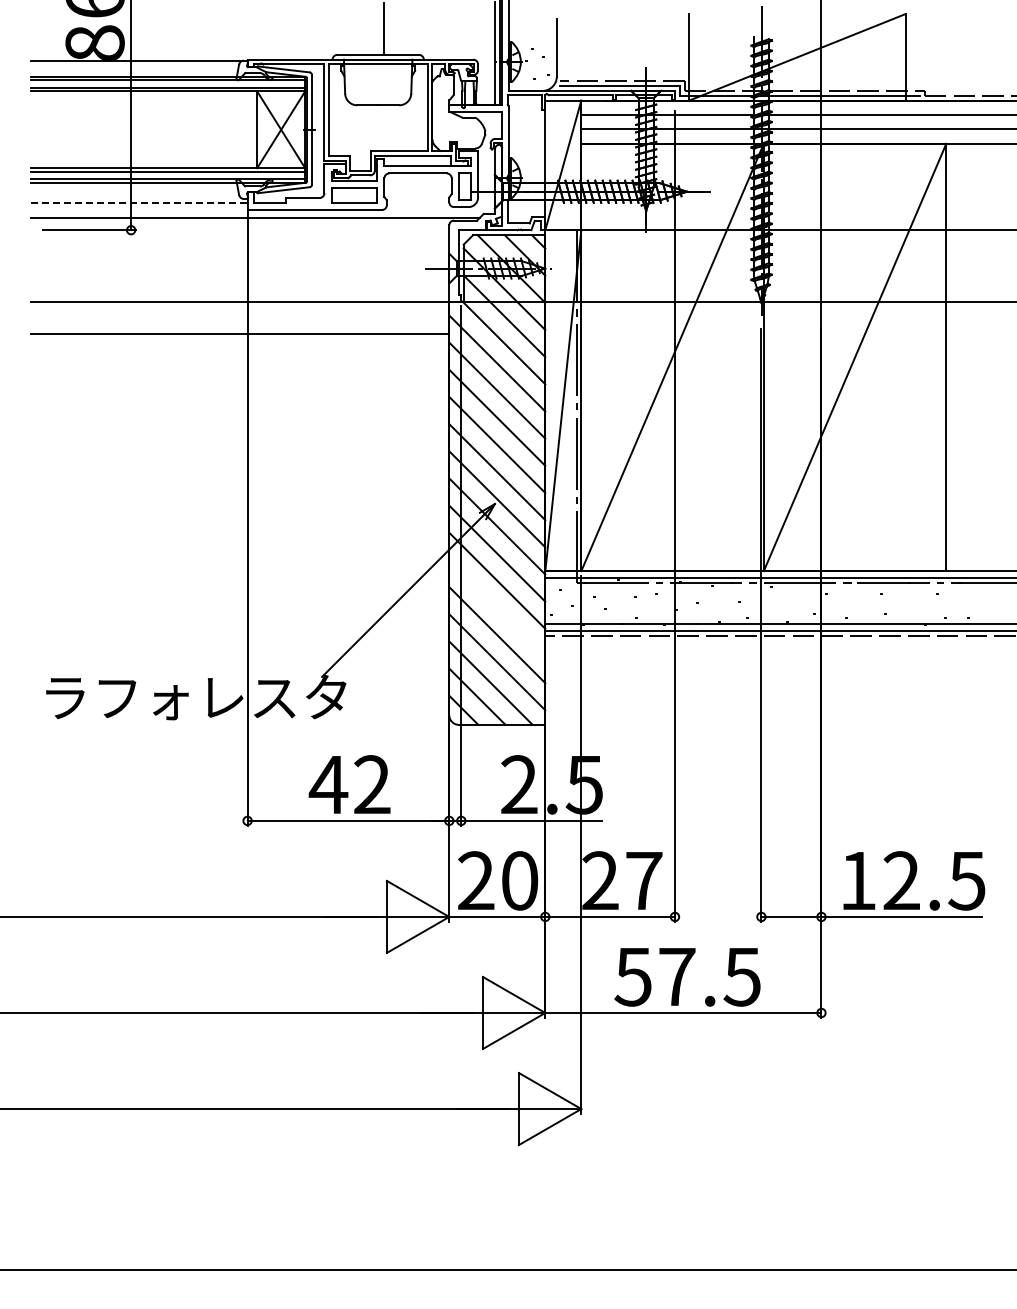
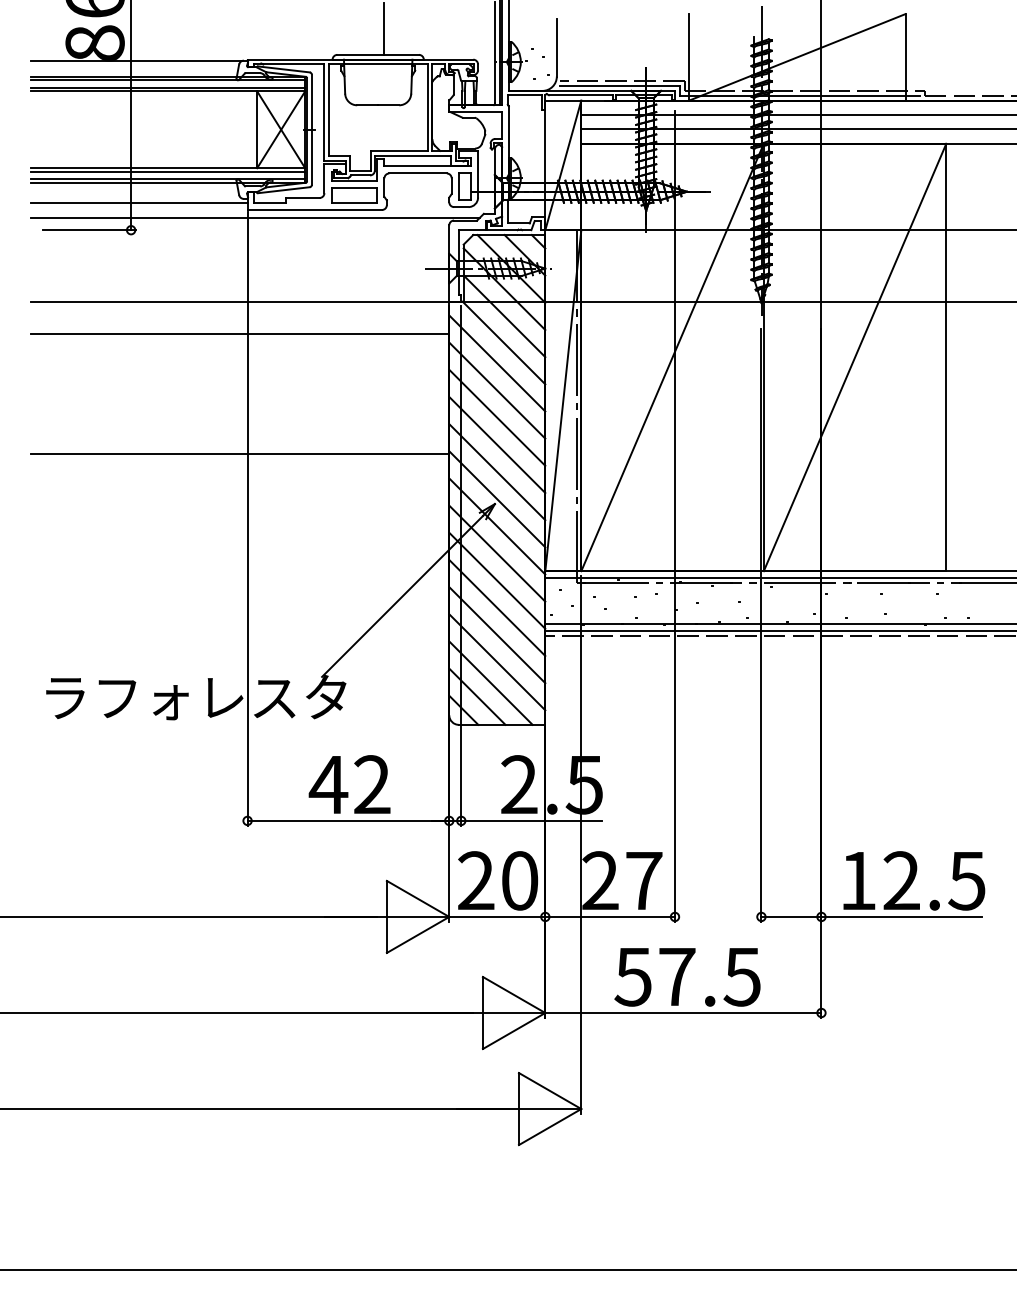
line at (140, 203): dashed -> solid
line at (240, 454): none -> present
line at (497, 607): none -> present
